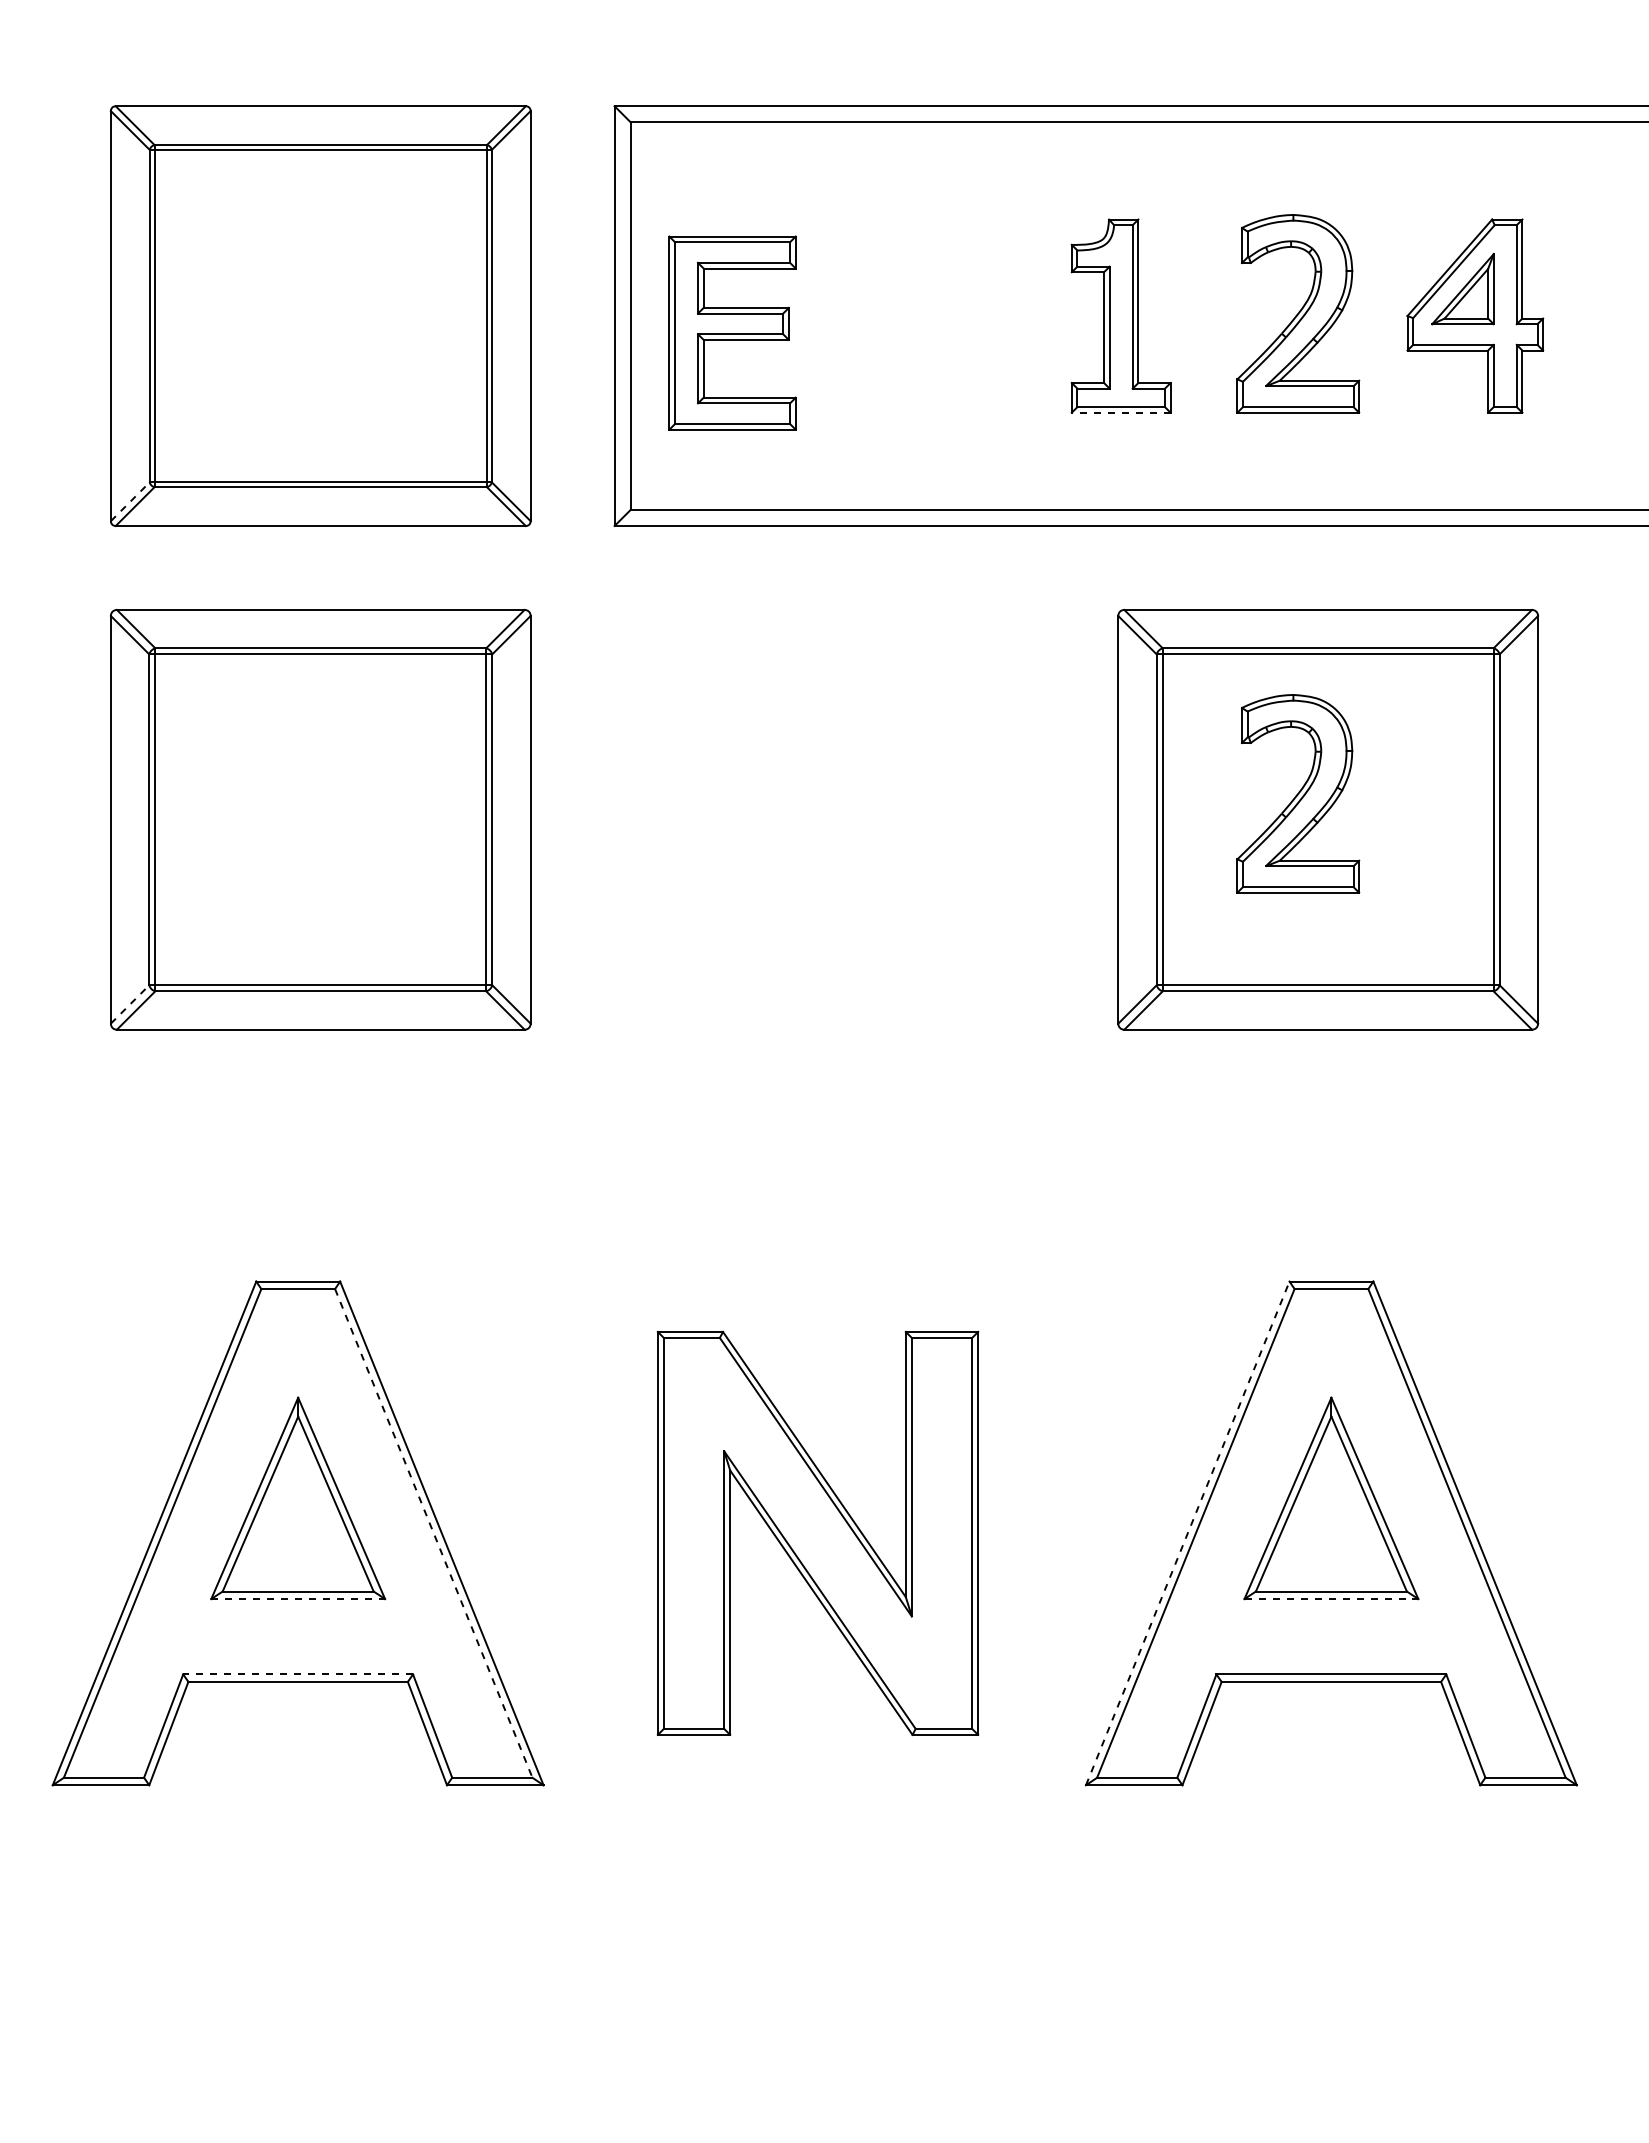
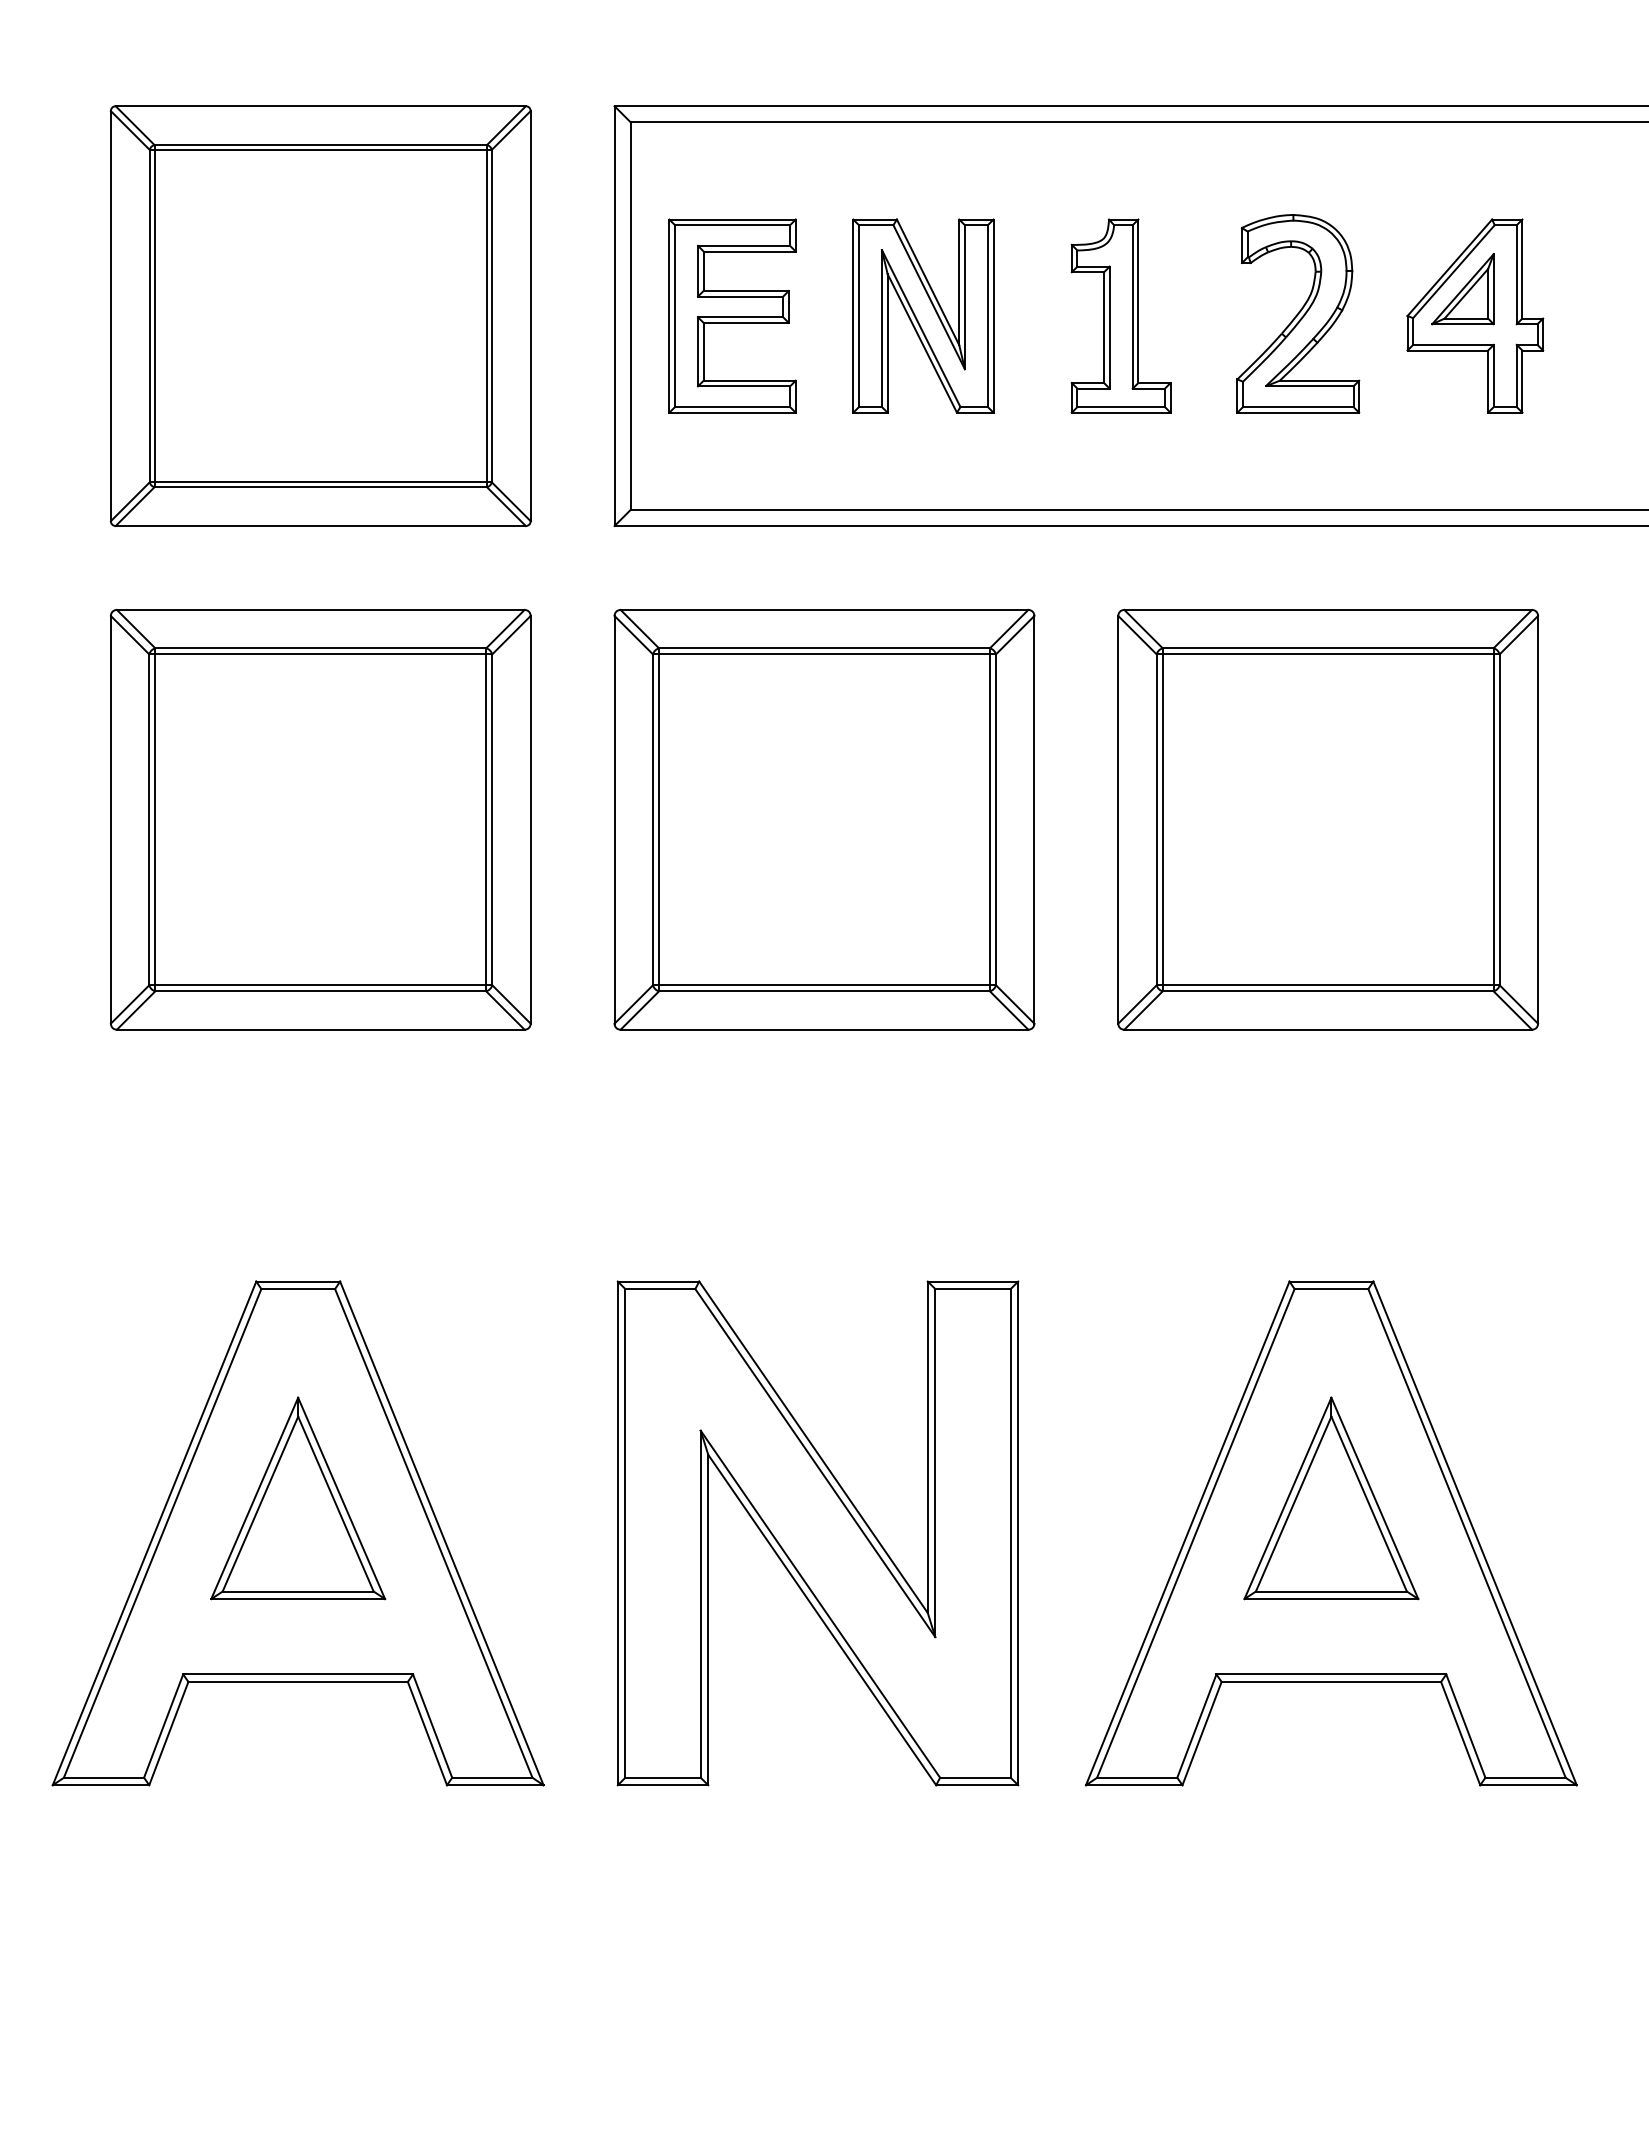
part at (923, 315): none -> present
part at (732, 332) position: (732, 332) -> (732, 315)
line at (1120, 412): dashed -> solid
line at (130, 501): dashed -> solid
part at (1298, 793): present -> none
part at (824, 819): none -> present
line at (130, 1004): dashed -> solid
part at (817, 1532) size: 324x406 px -> 404x507 px
line at (433, 1533): dashed -> solid
line at (1187, 1533): dashed -> solid
line at (298, 1599): dashed -> solid
line at (1331, 1599): dashed -> solid
line at (298, 1674): dashed -> solid
